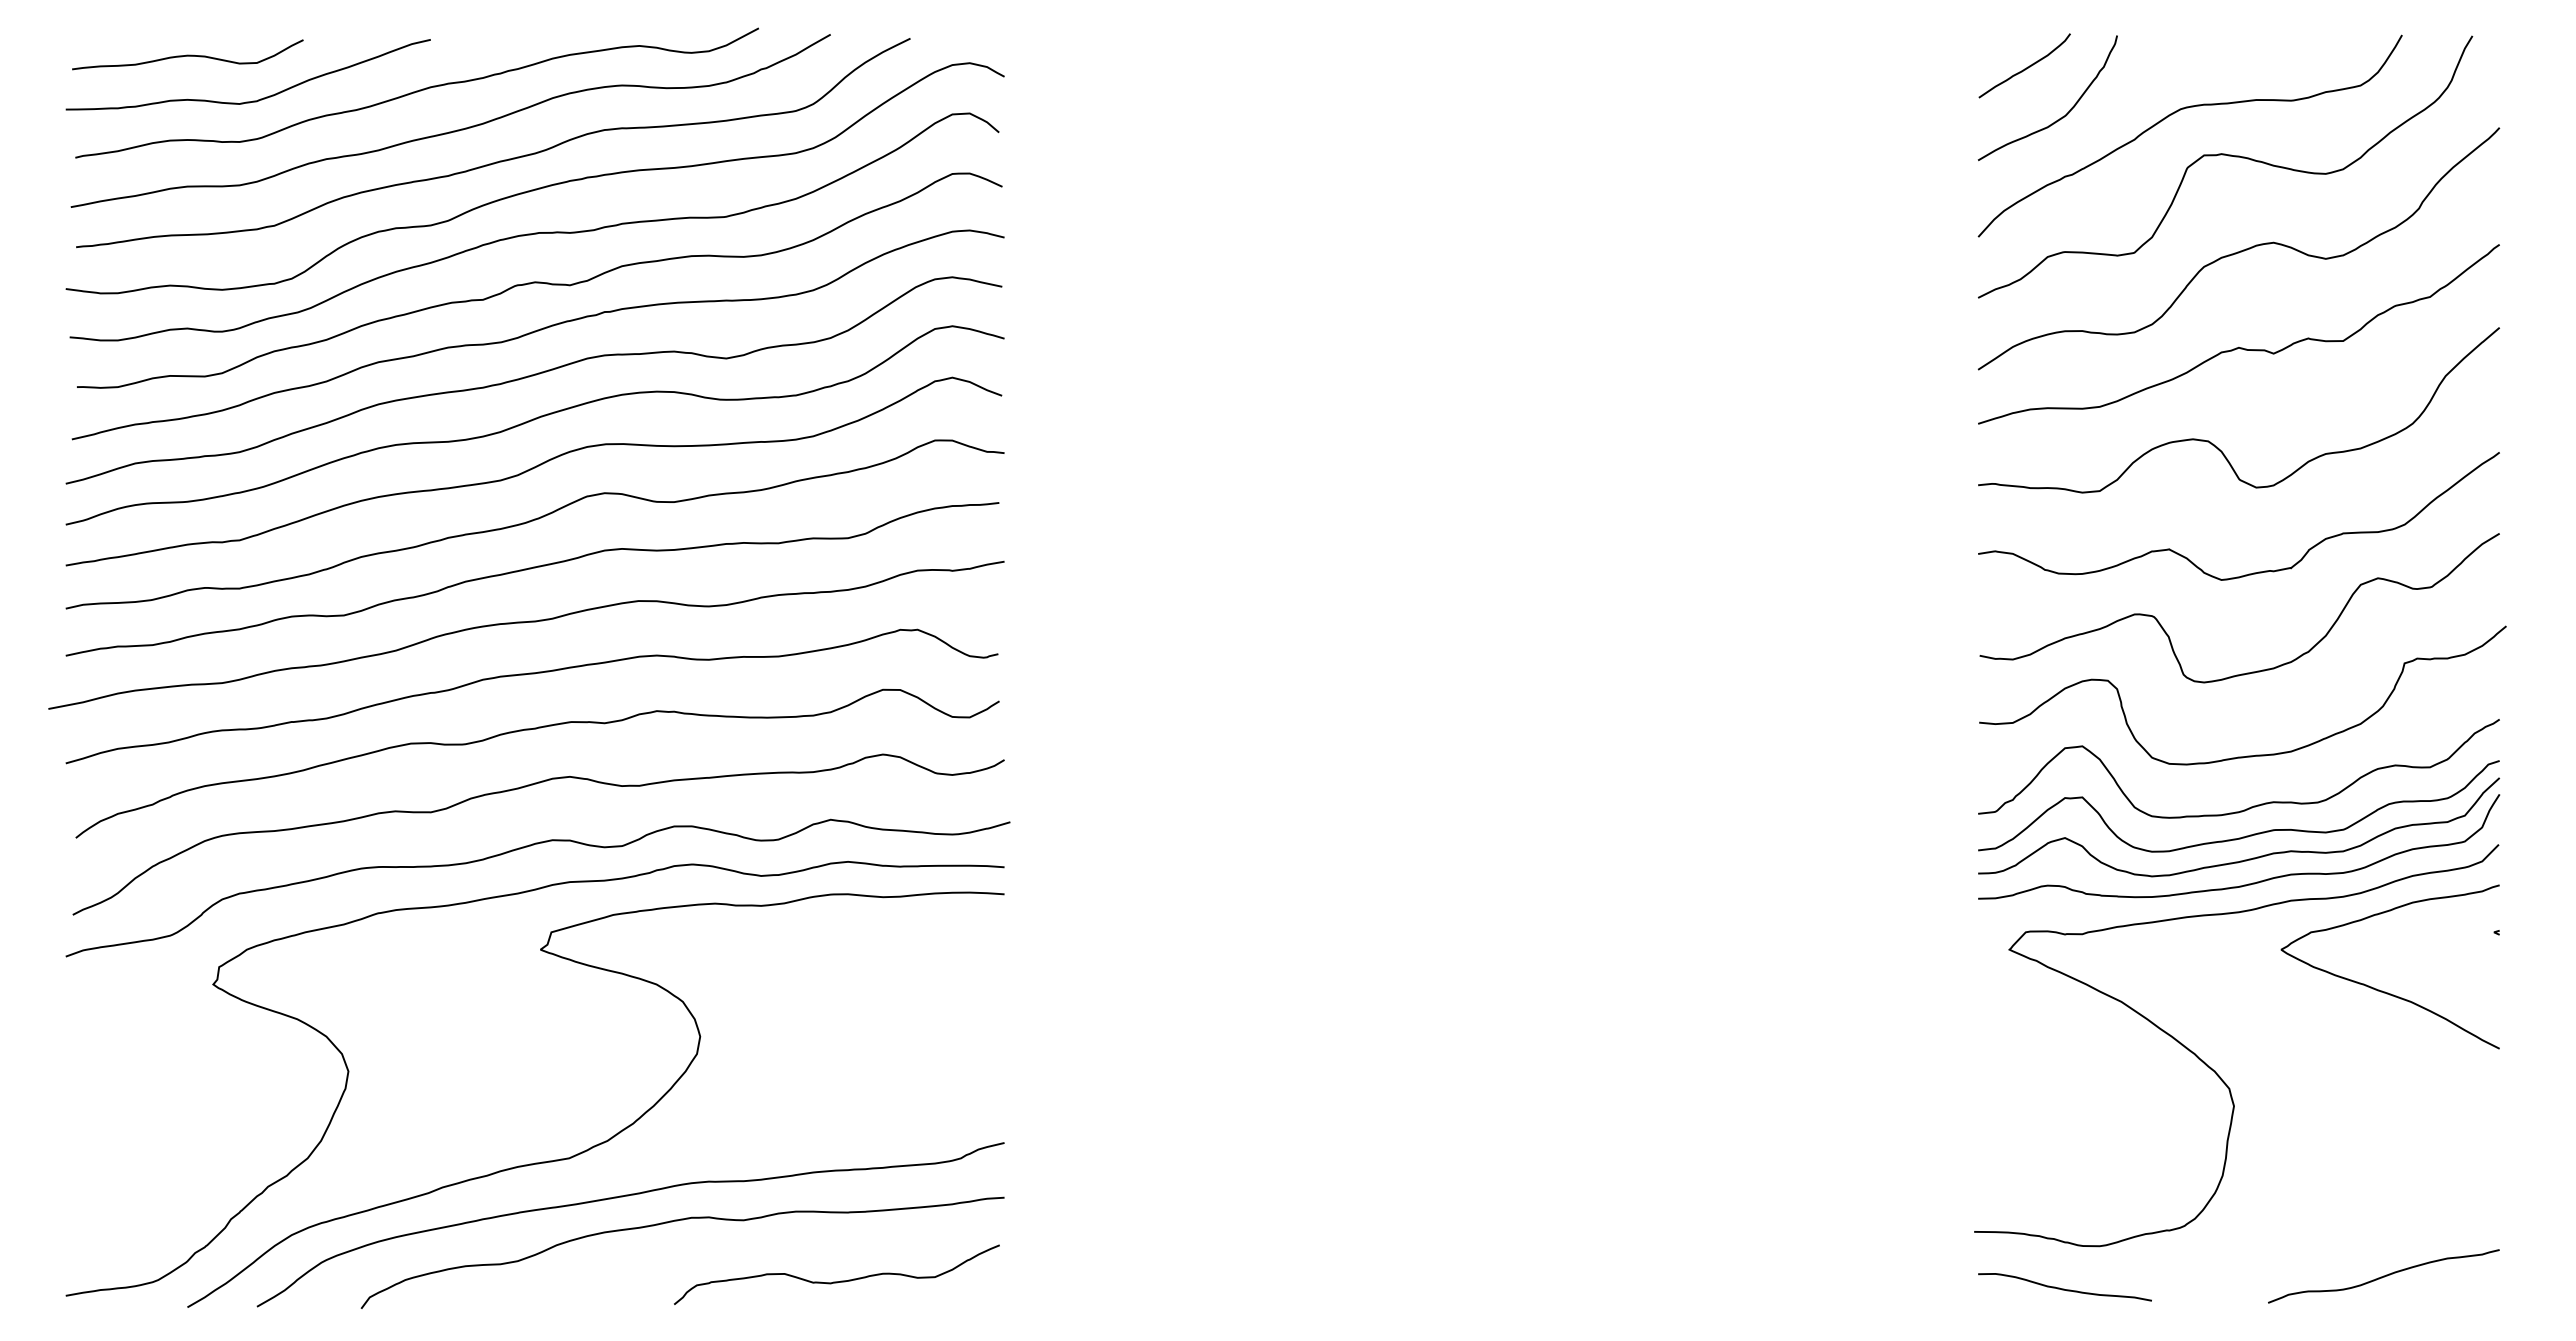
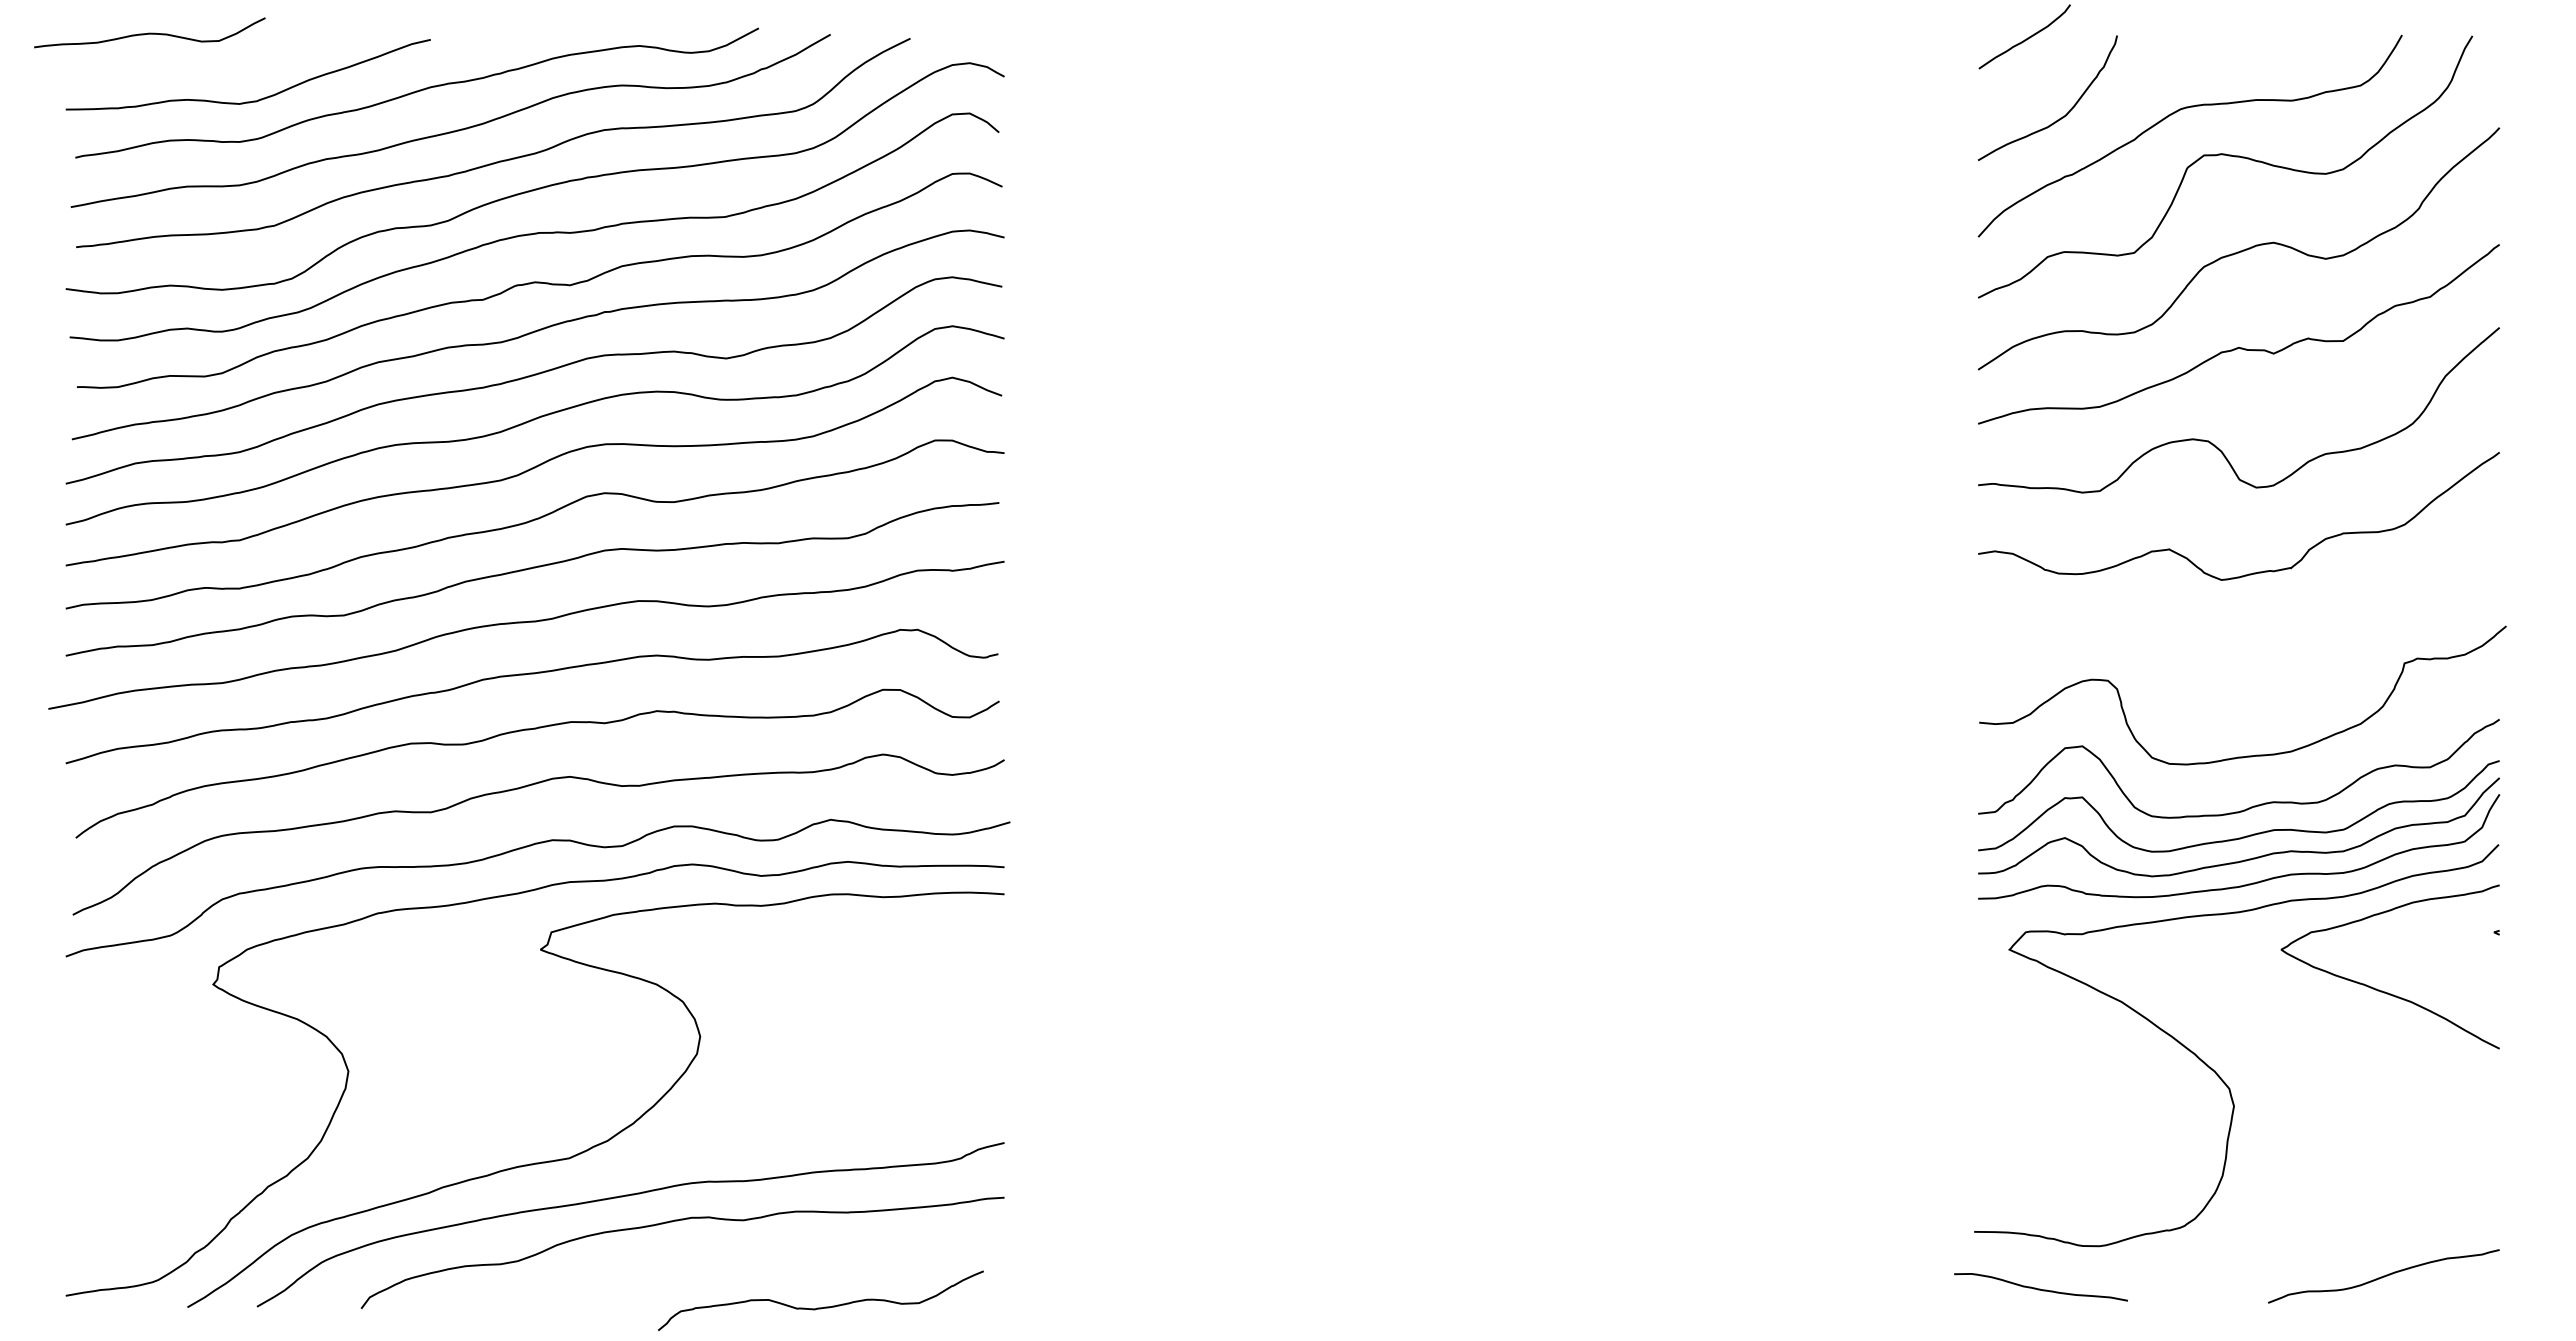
curve at (187, 54) position: (187, 54) -> (149, 32)
curve at (2026, 67) position: (2026, 67) -> (2026, 38)
curve at (2252, 671): present -> none
curve at (836, 1281) position: (836, 1281) -> (820, 1307)
curve at (2064, 1288) position: (2064, 1288) -> (2040, 1288)
